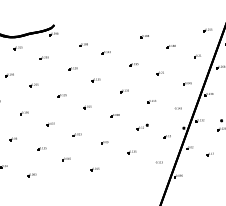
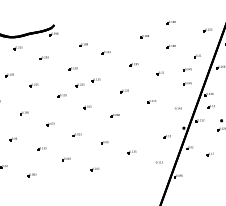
part at (170, 22): none -> present
part at (187, 69): none -> present
part at (79, 85): none -> present
part at (210, 106): none -> present
part at (142, 126): present -> none
